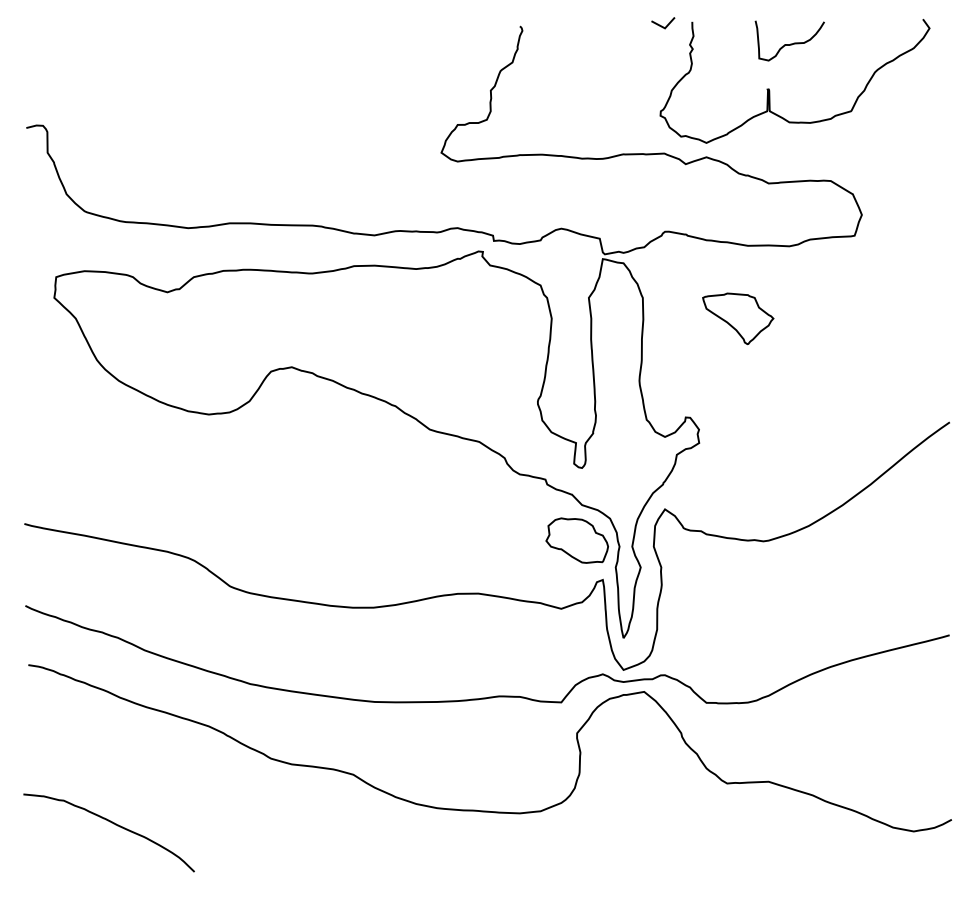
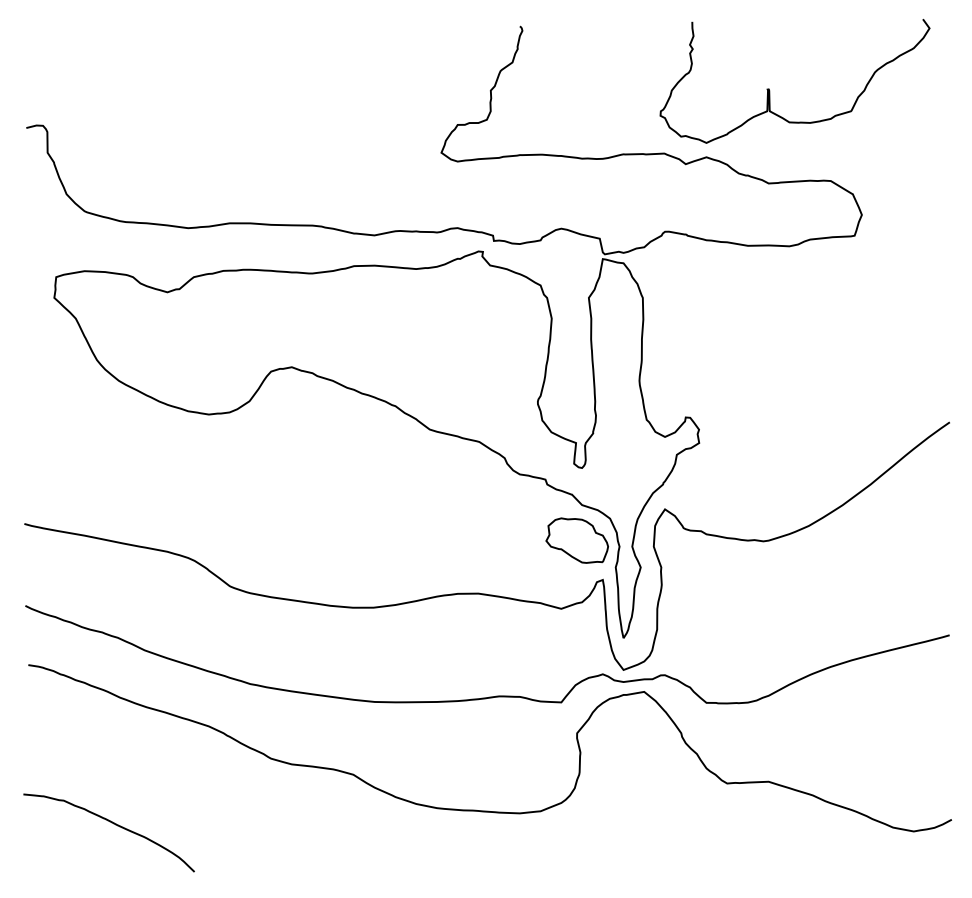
line at (661, 25): present -> none
curve at (790, 43): present -> none
part at (738, 318): present -> none
